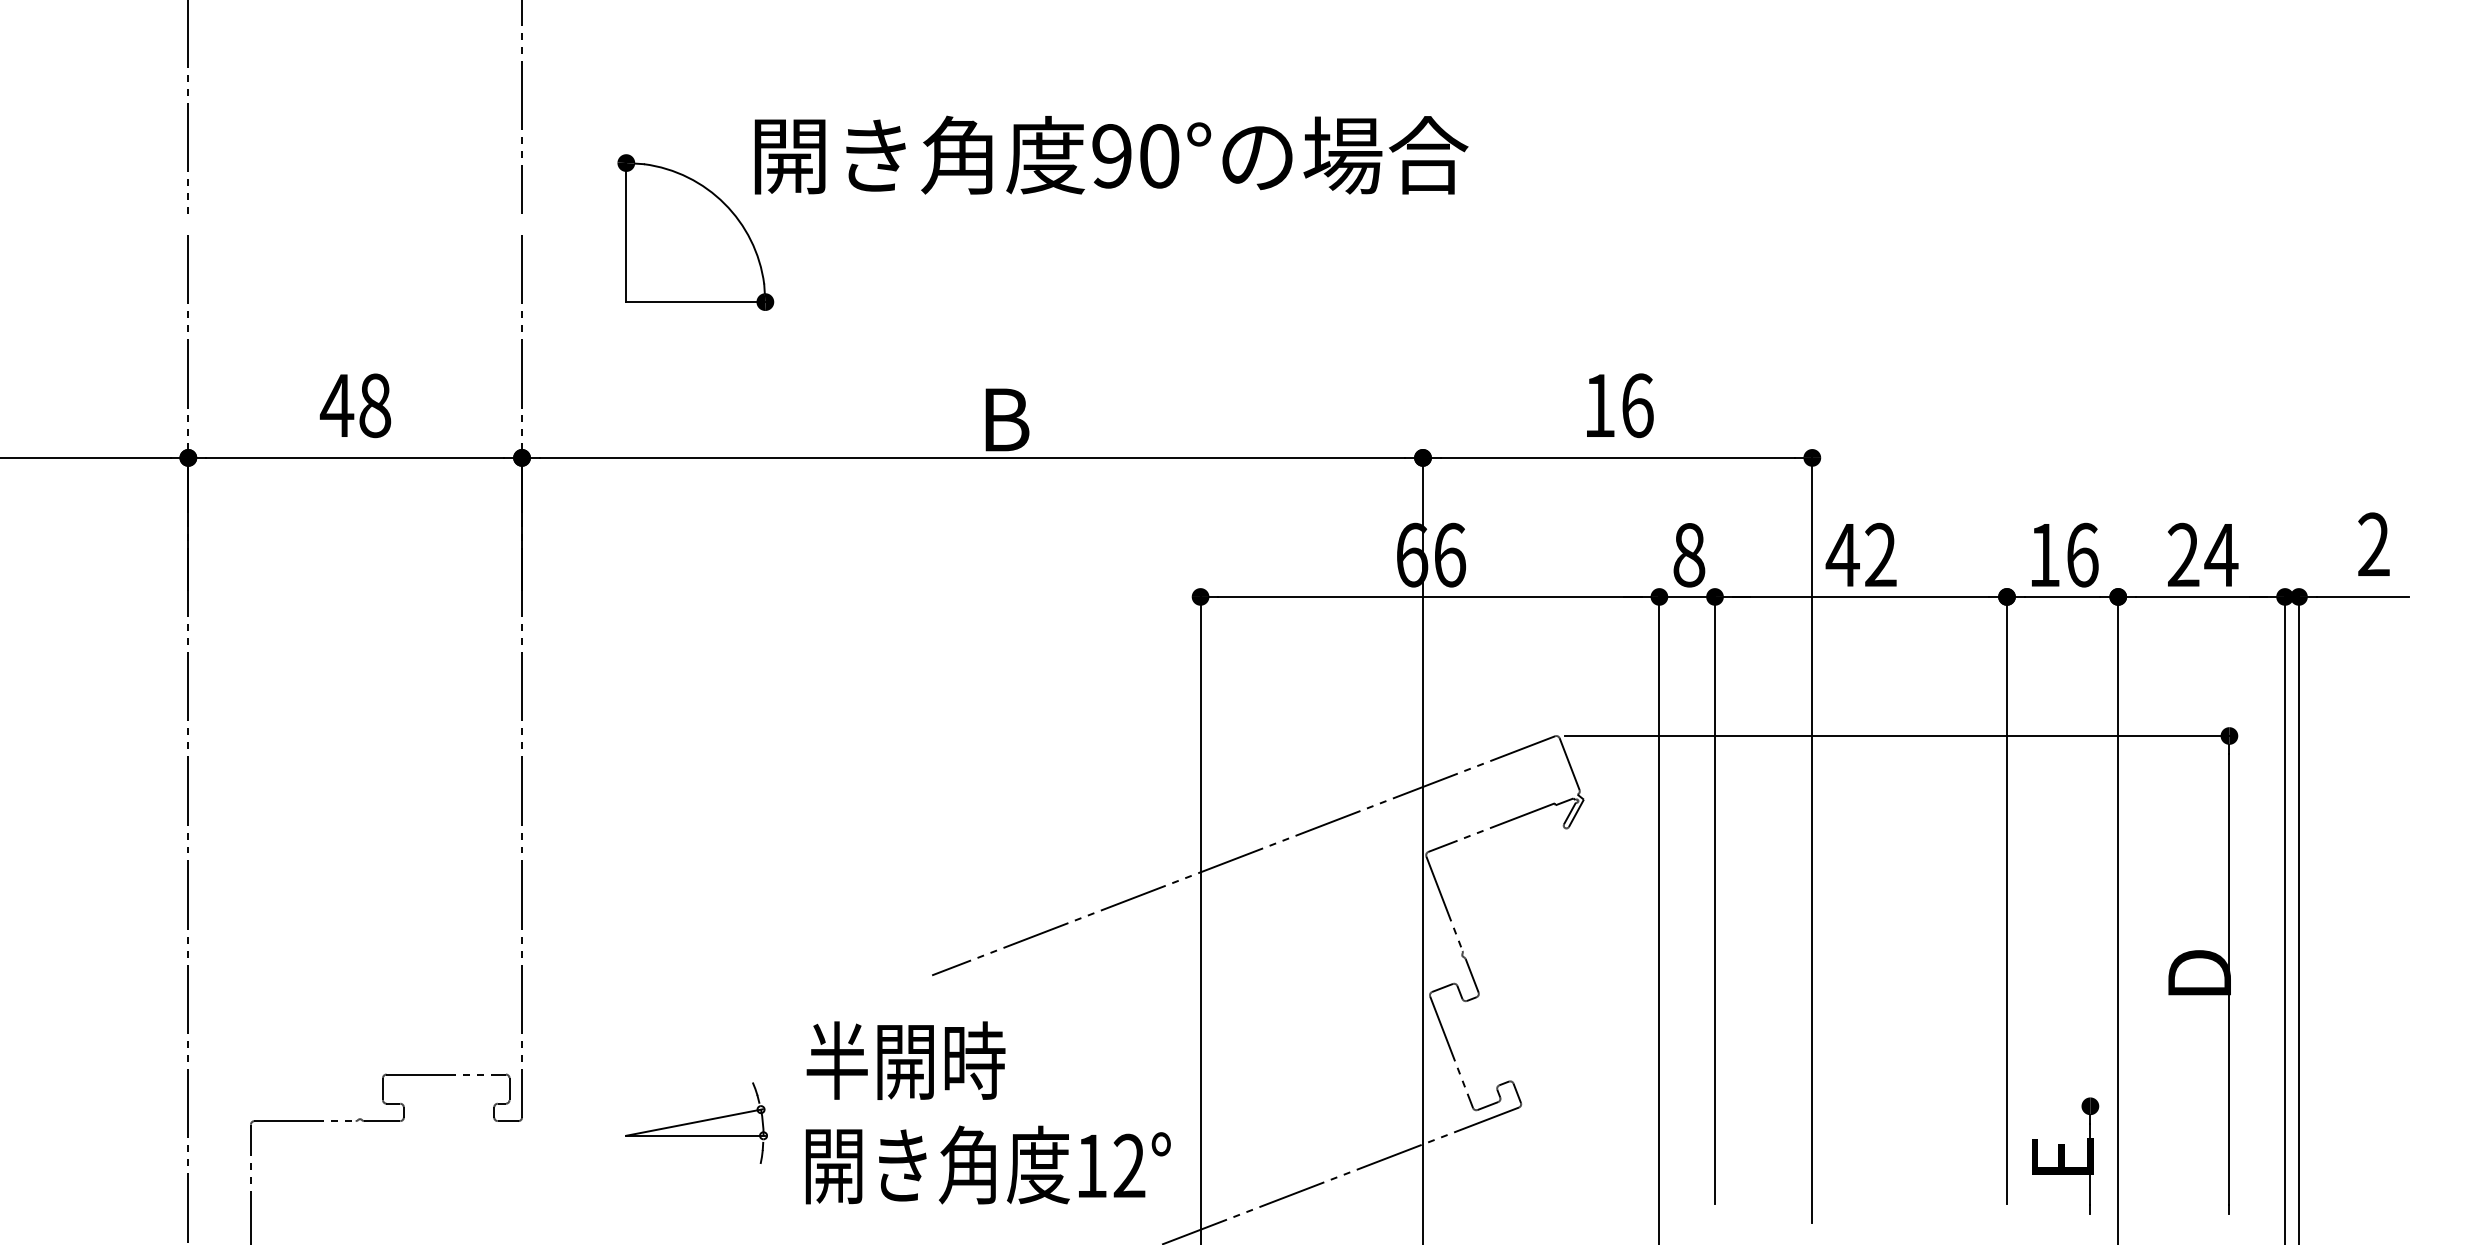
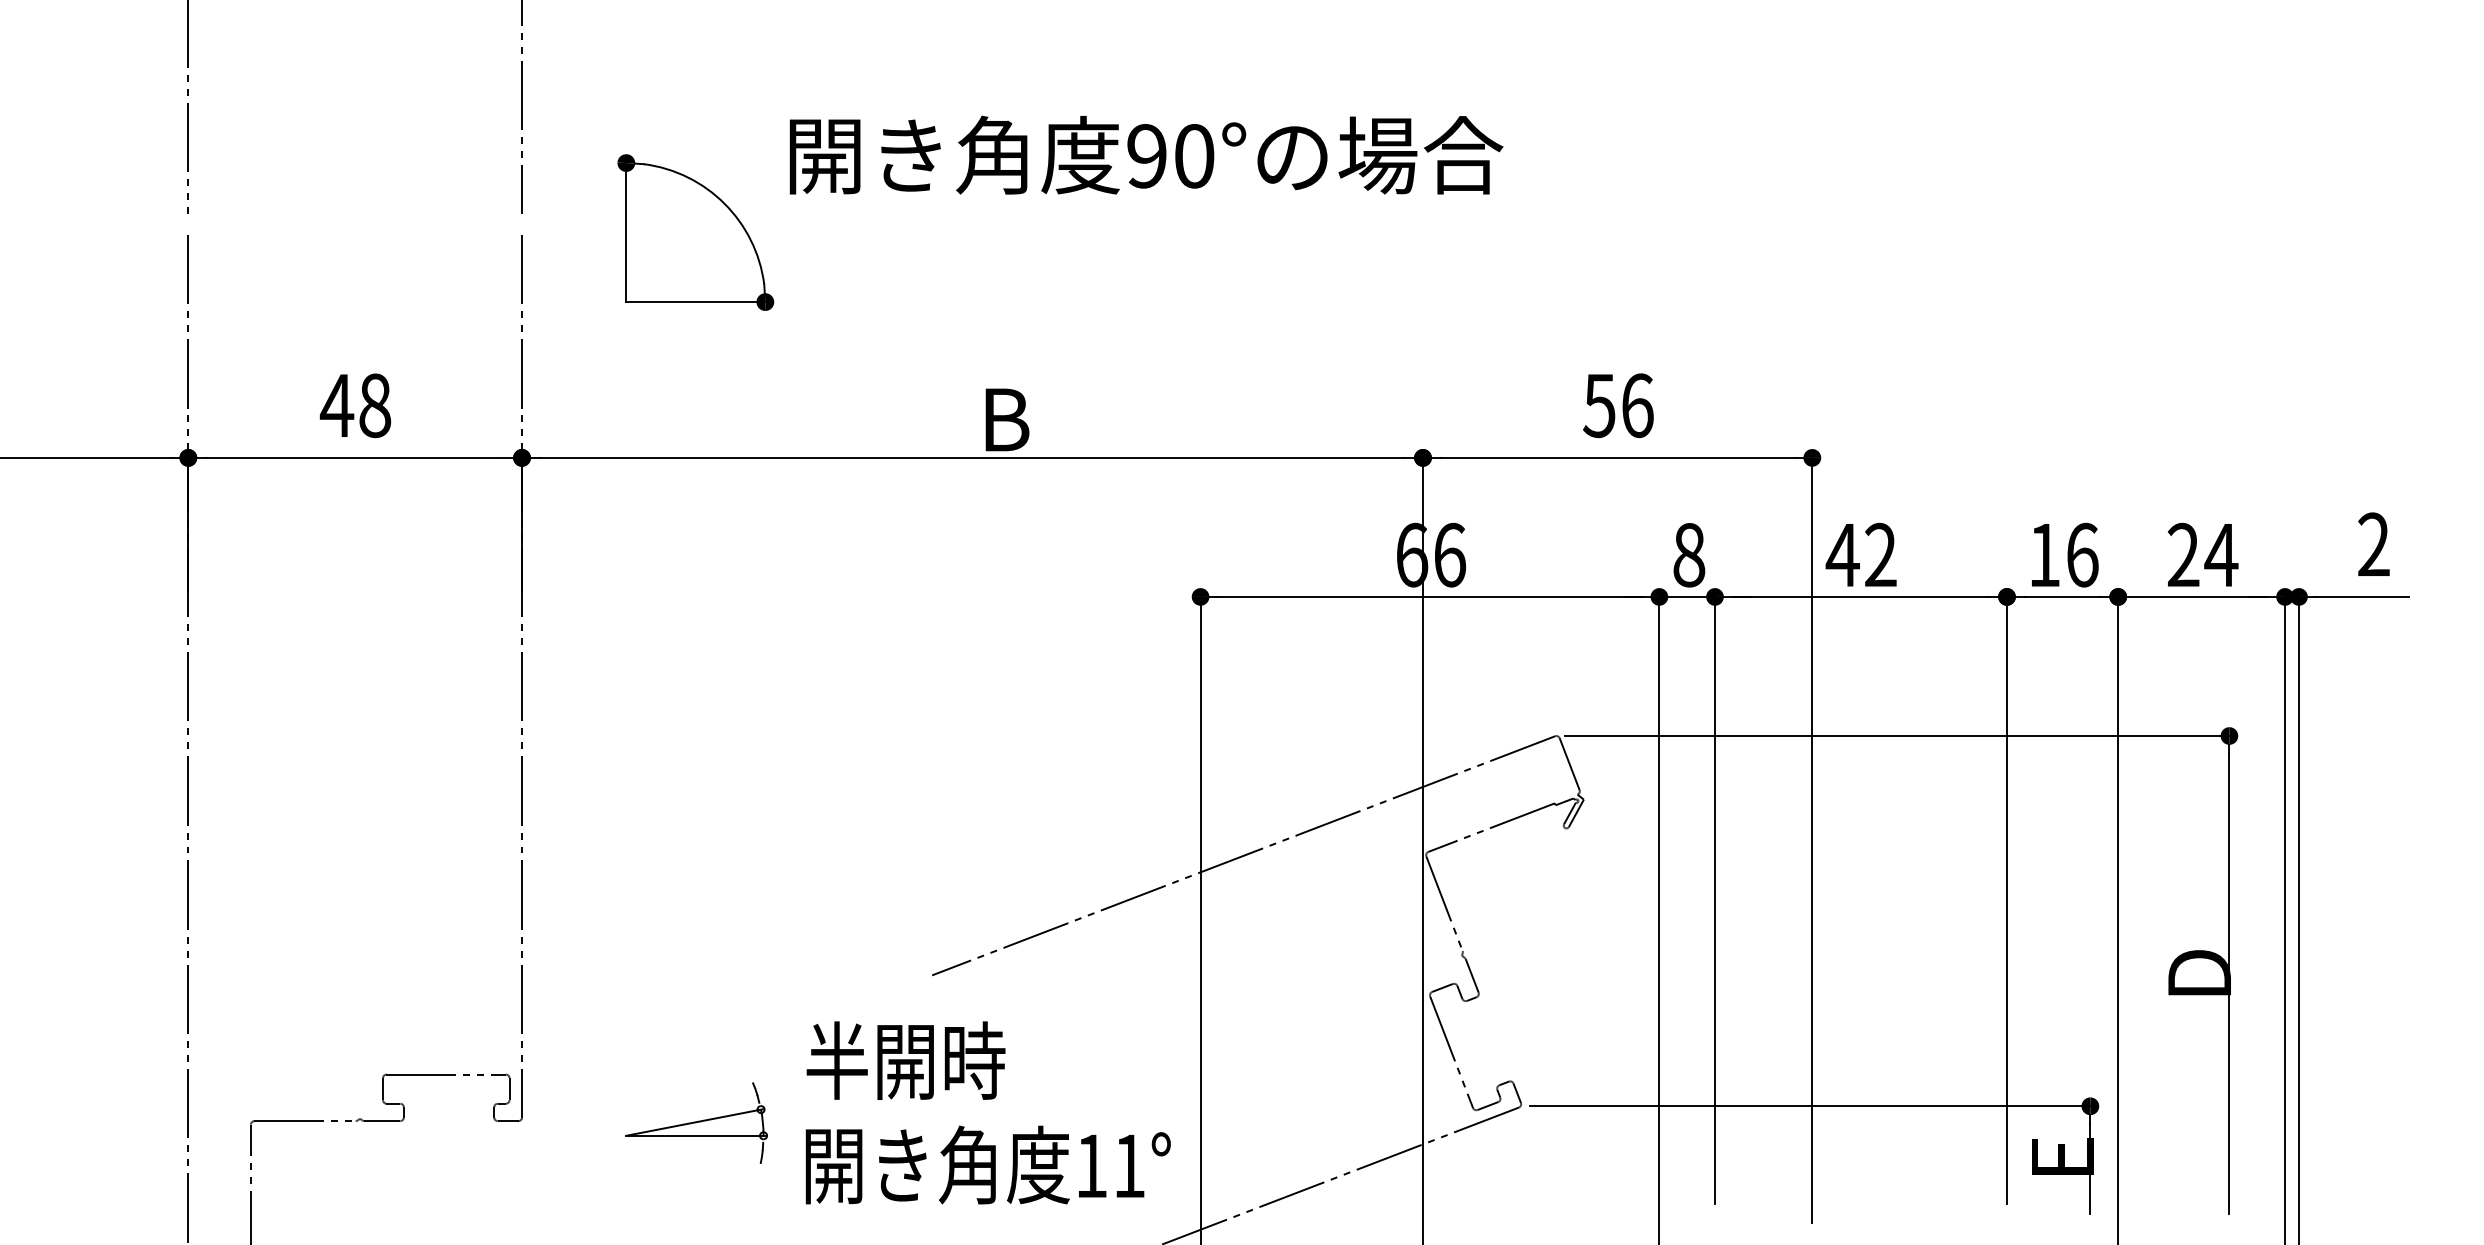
text at (1111, 154) position: (1111, 154) -> (1146, 154)
text at (1599, 406): 16 -> 56
line at (1813, 1106): none -> present
text at (1129, 1165): 12° -> 11°
